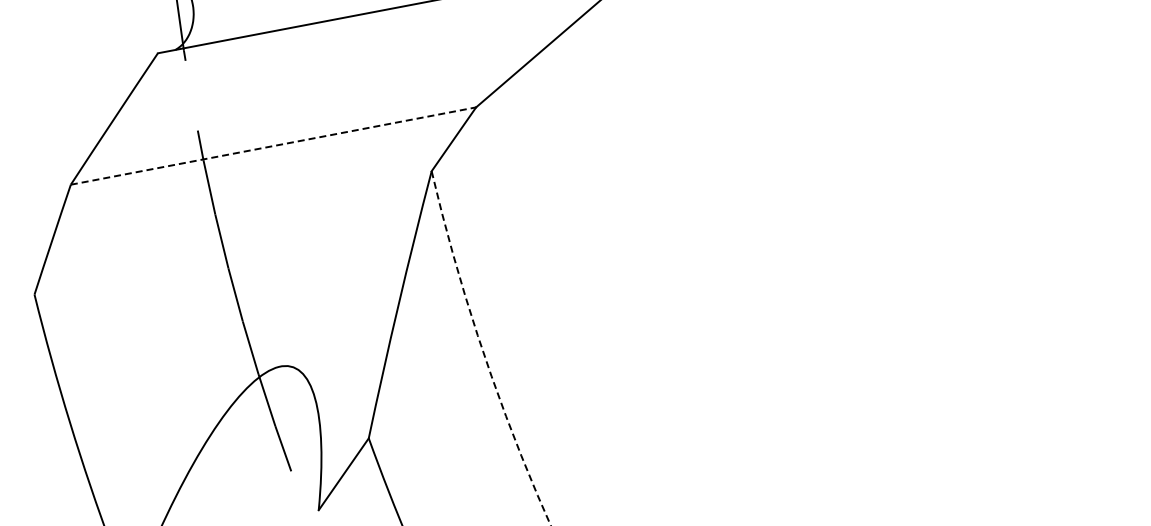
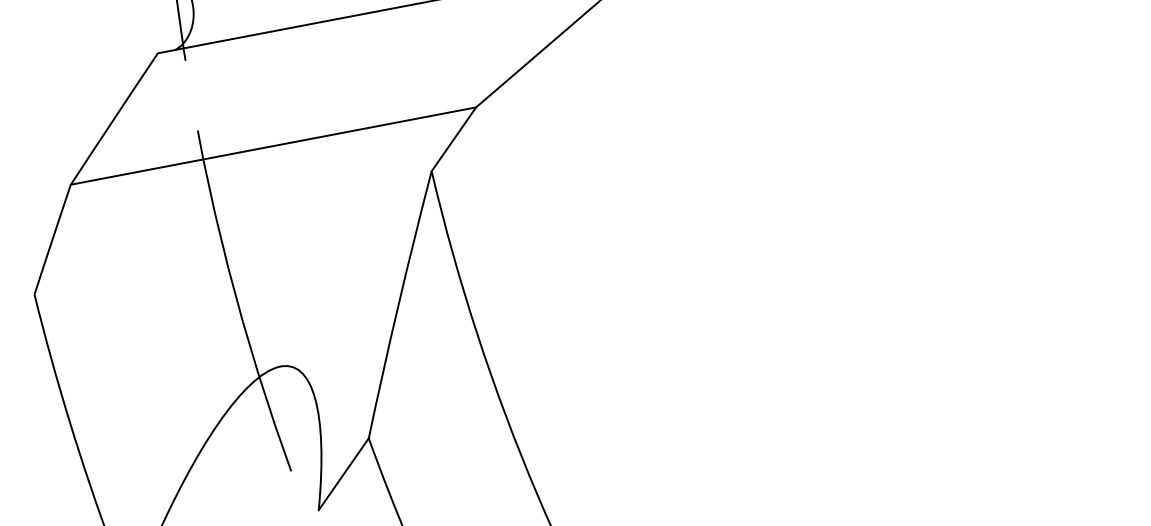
line at (273, 145): dashed -> solid
arc at (483, 351): dashed -> solid
